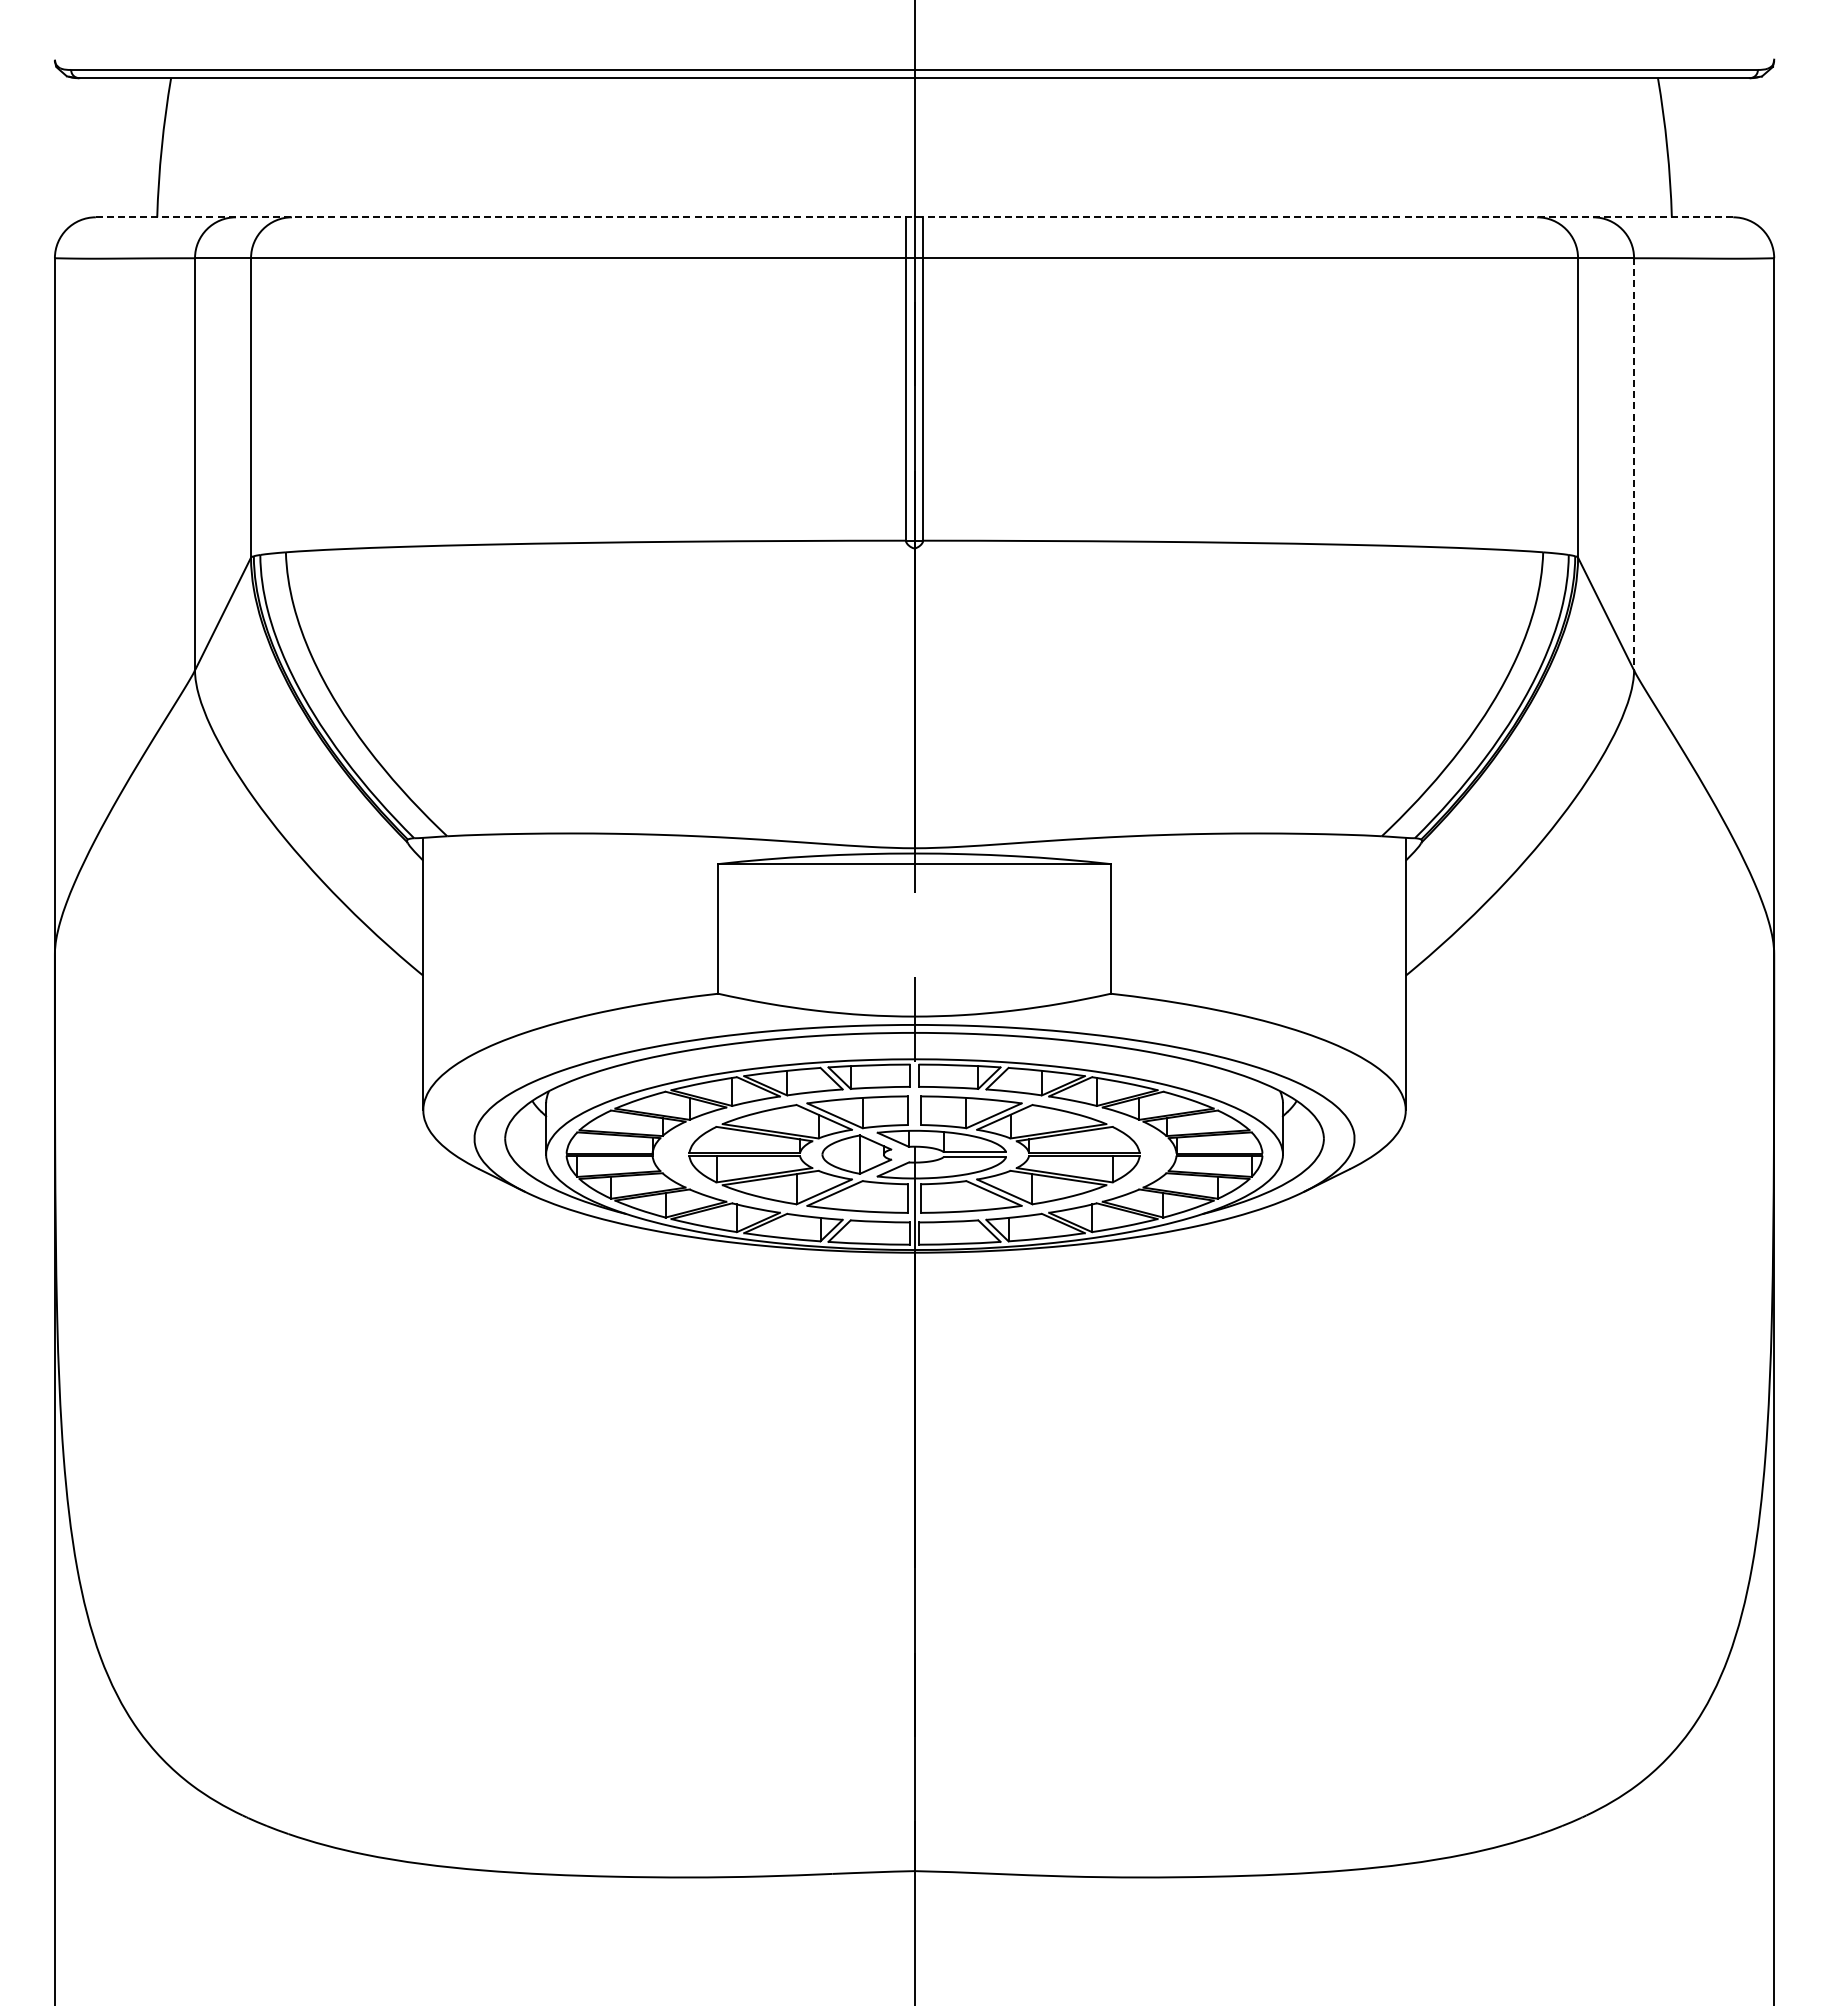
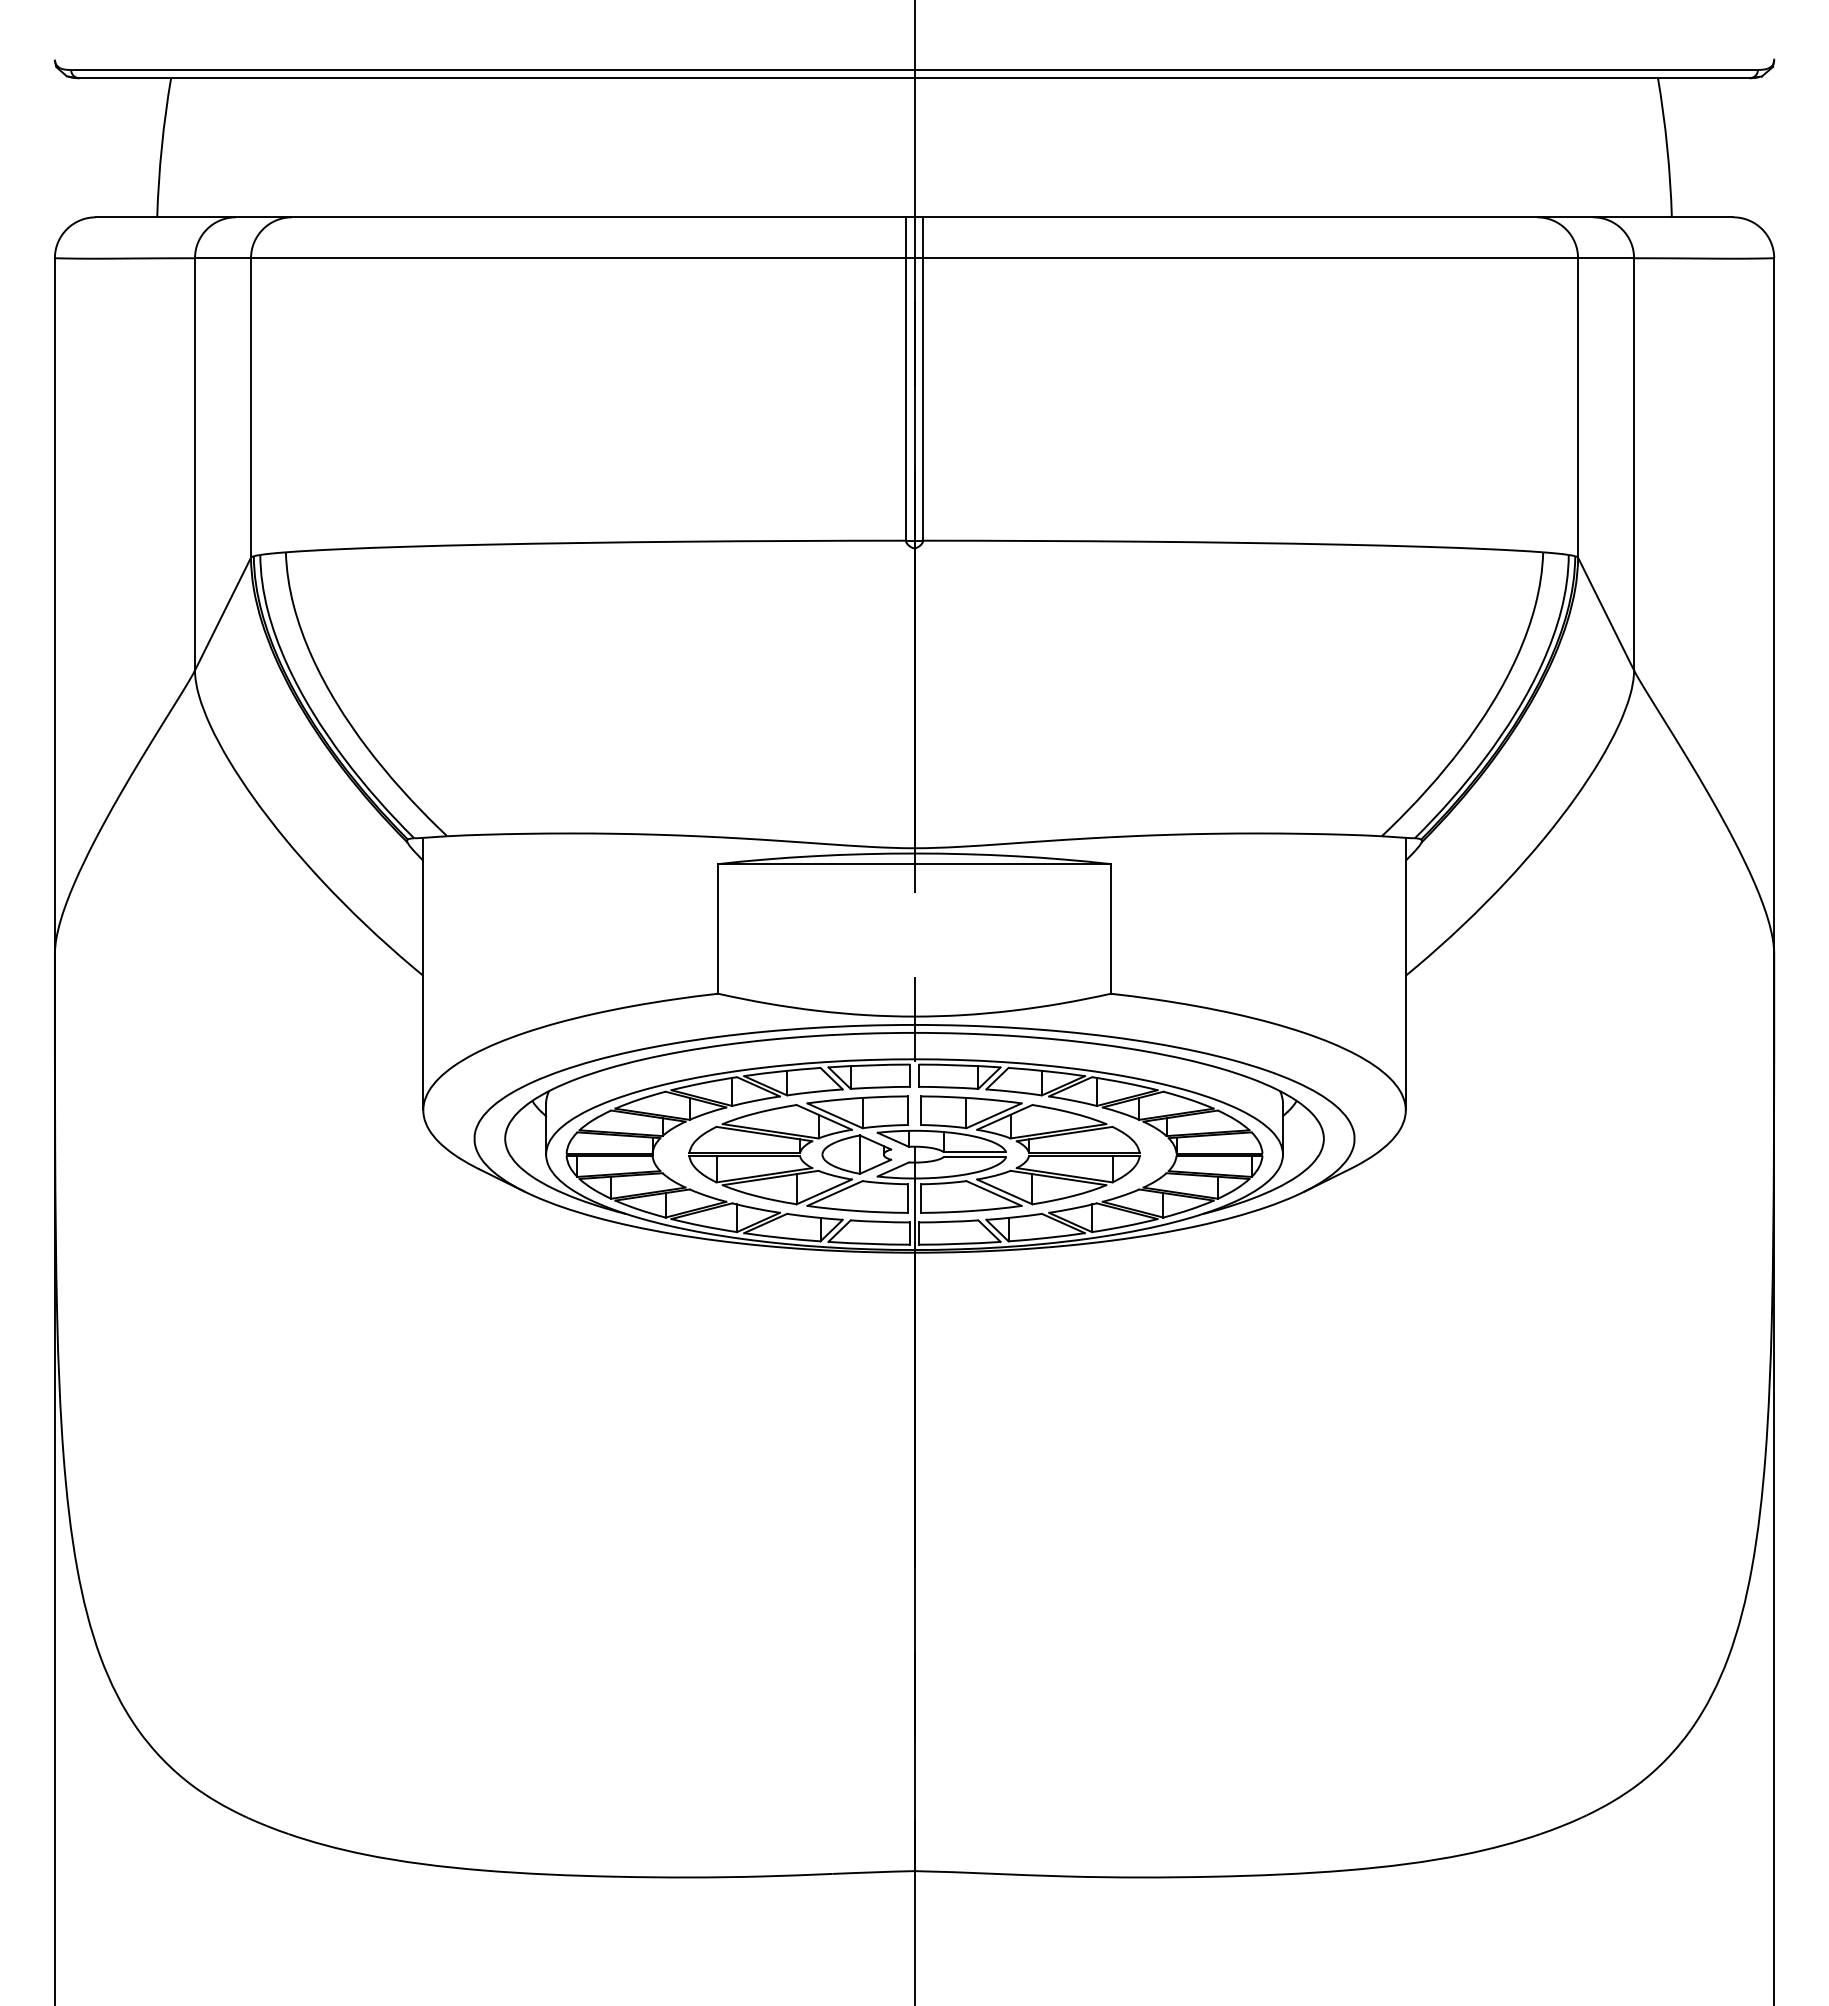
line at (914, 217): dashed -> solid
line at (1634, 464): dashed -> solid
